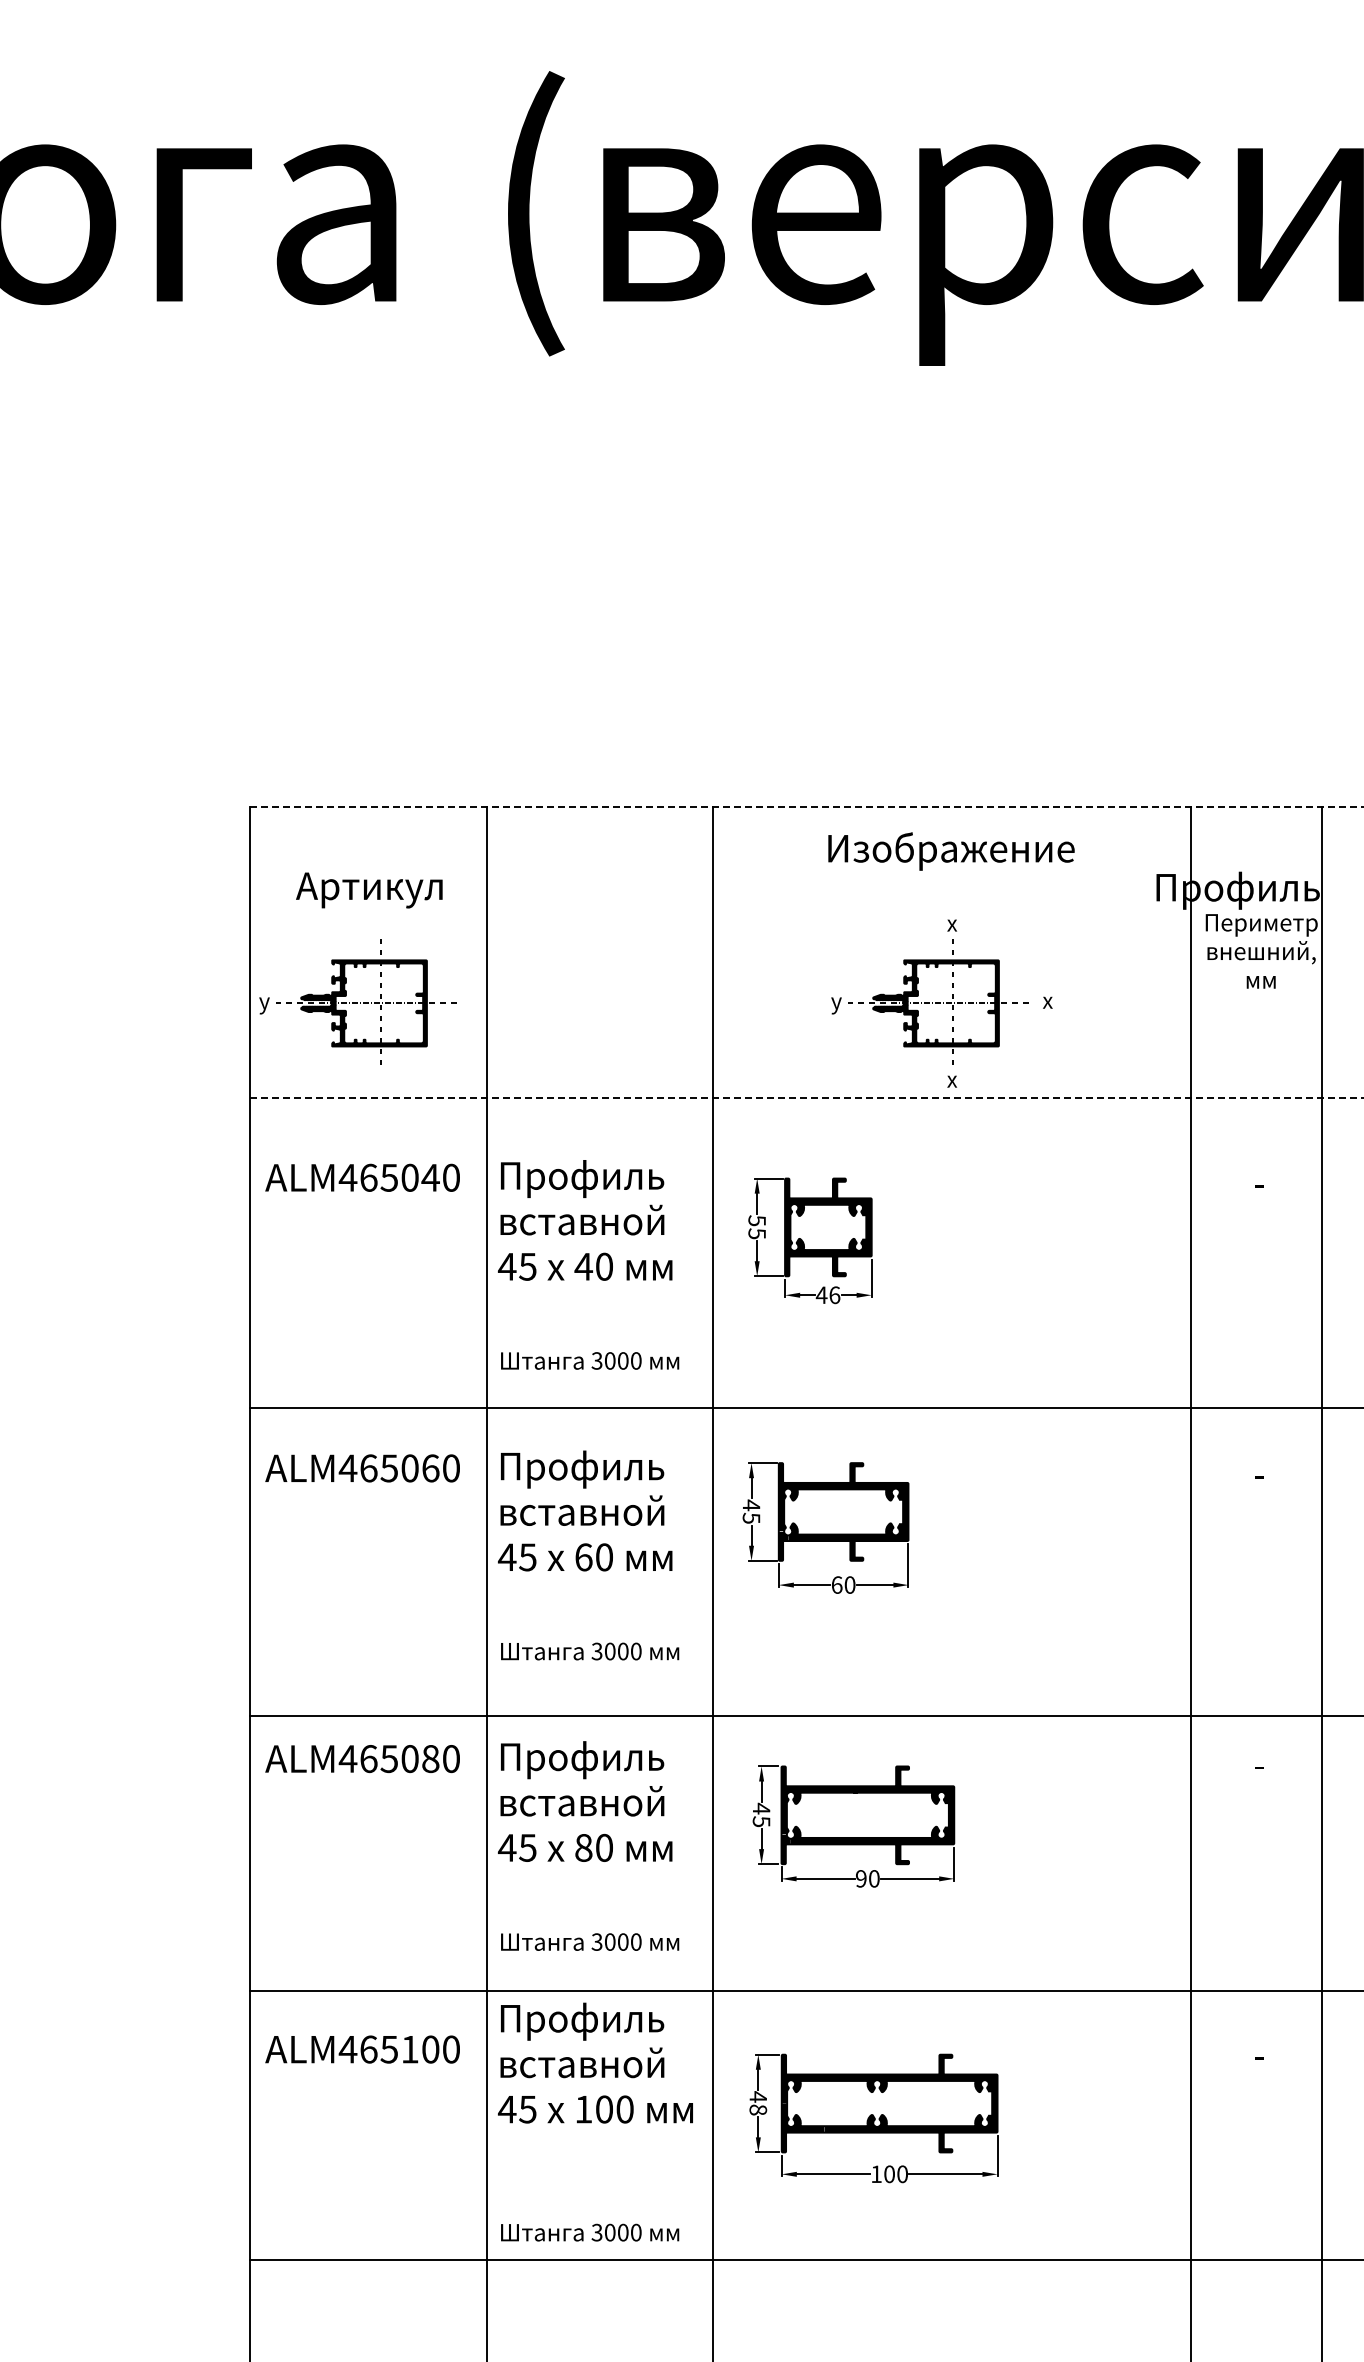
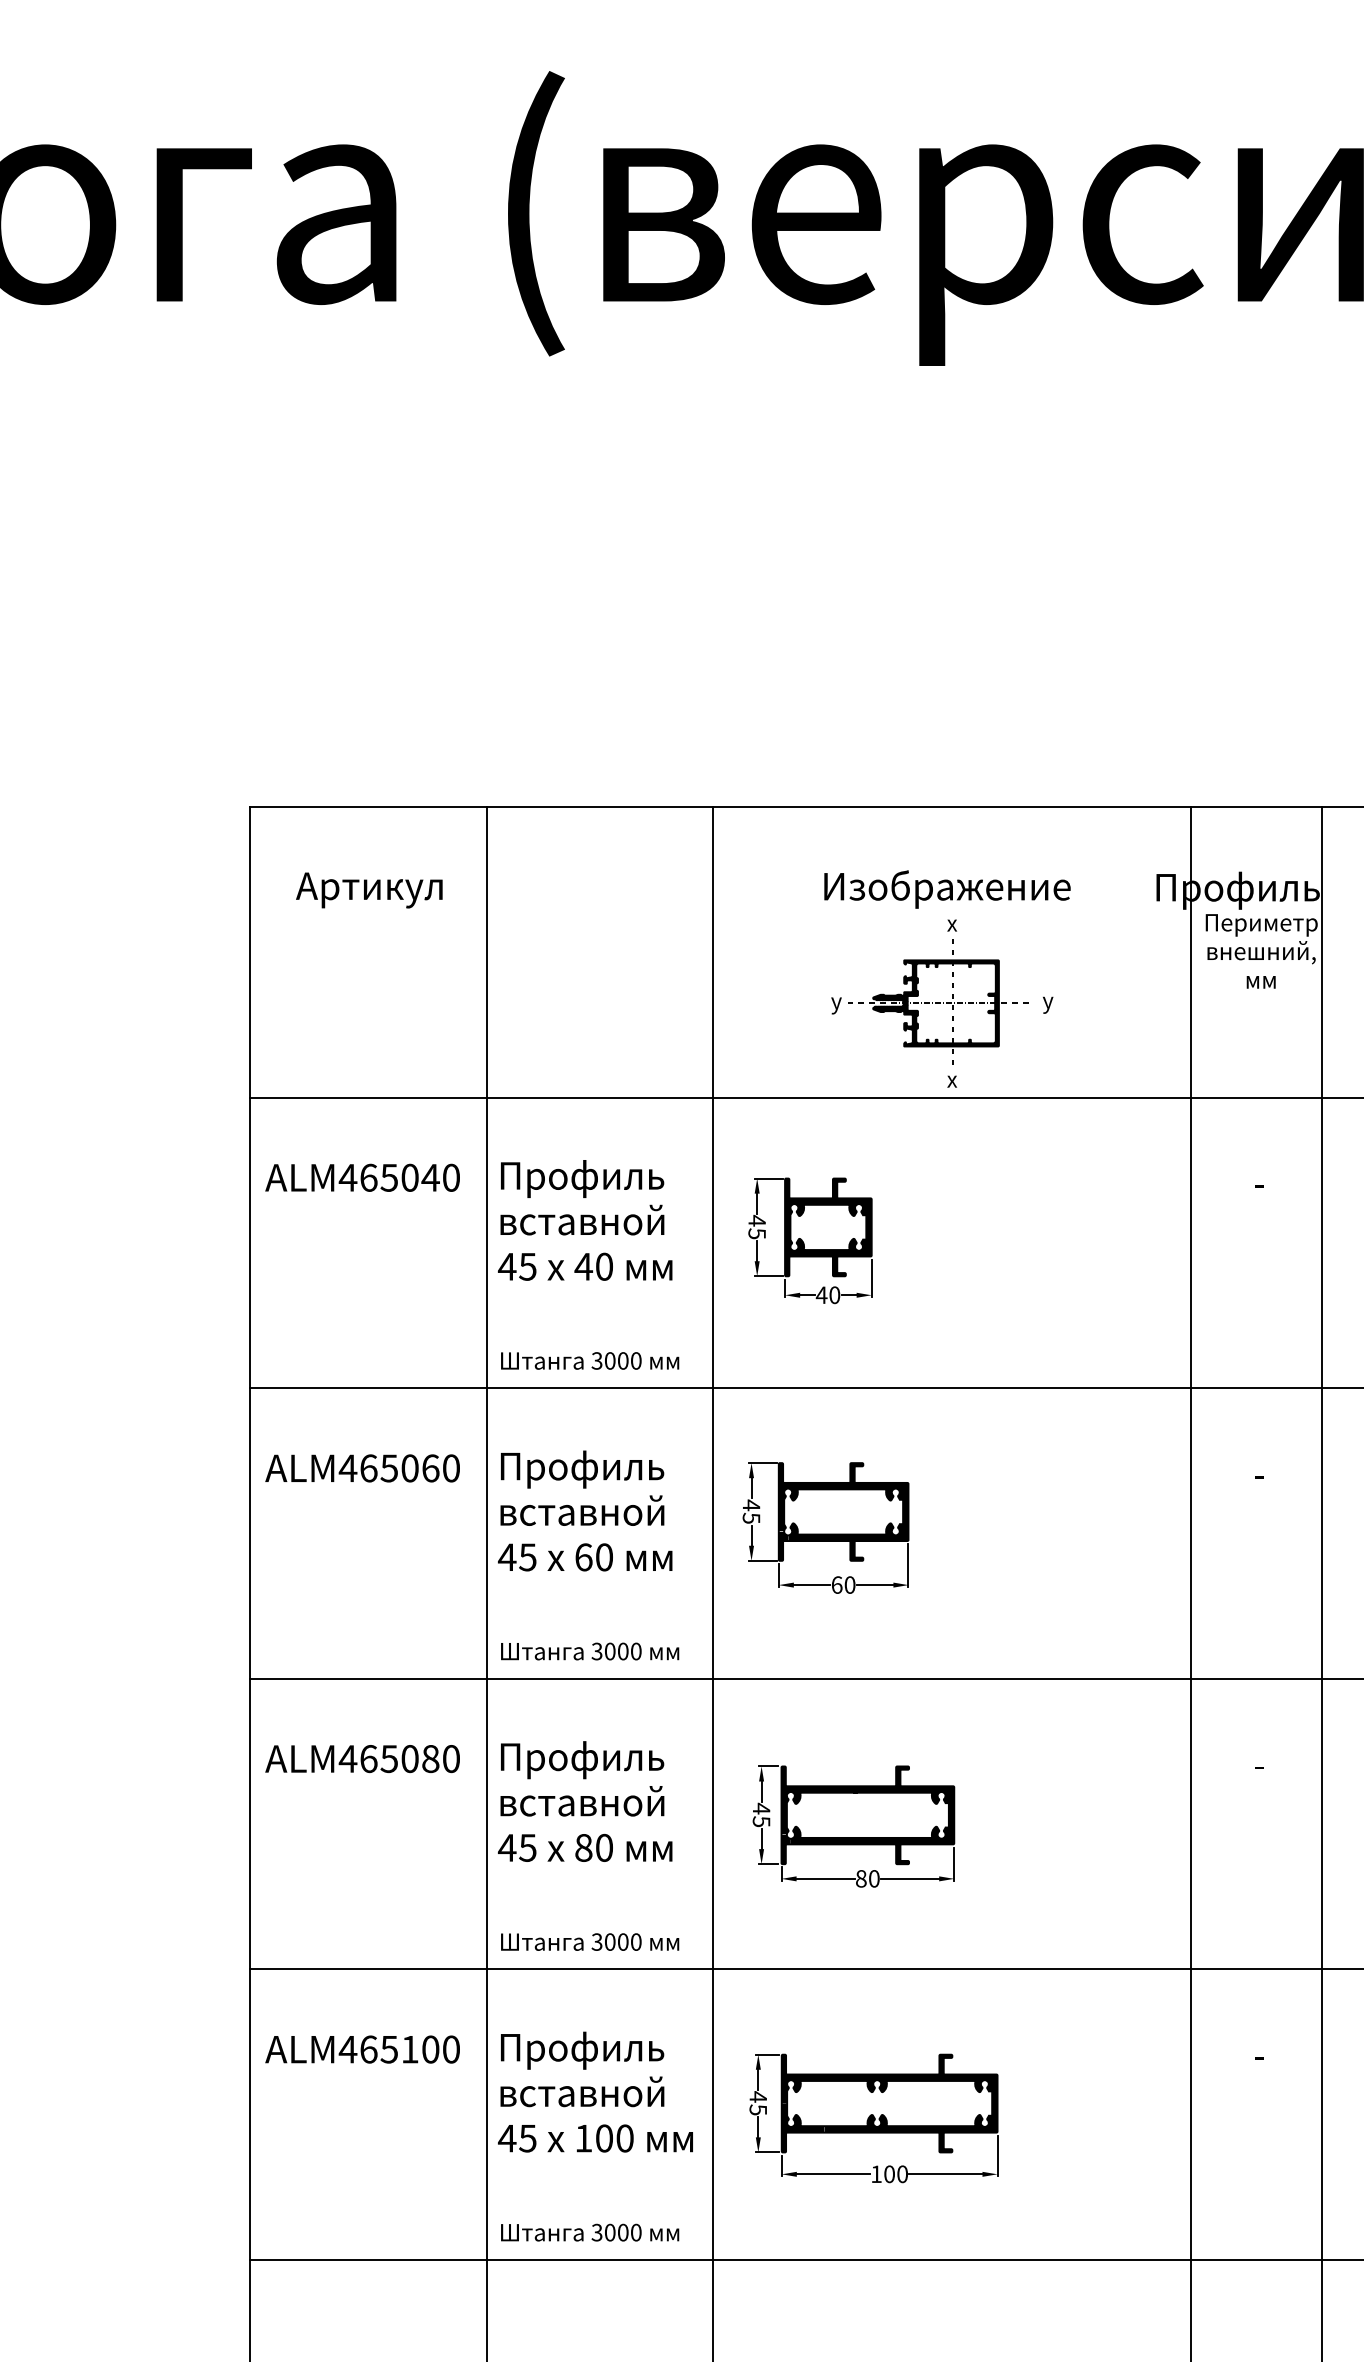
line at (807, 807): dashed -> solid
text at (951, 851) position: (951, 851) -> (947, 889)
part at (357, 1001): present -> none
text at (1048, 1004): x -> y
line at (807, 1097): dashed -> solid
text at (756, 1220): 55 -> 45
text at (834, 1294): 46 -> 40
line at (805, 1408) position: (805, 1408) -> (805, 1388)
line at (805, 1715) position: (805, 1715) -> (805, 1678)
text at (861, 1878): 90 -> 80
line at (805, 1991) position: (805, 1991) -> (805, 1969)
text at (595, 2062) position: (595, 2062) -> (595, 2091)
text at (758, 2109): 48 -> 45
